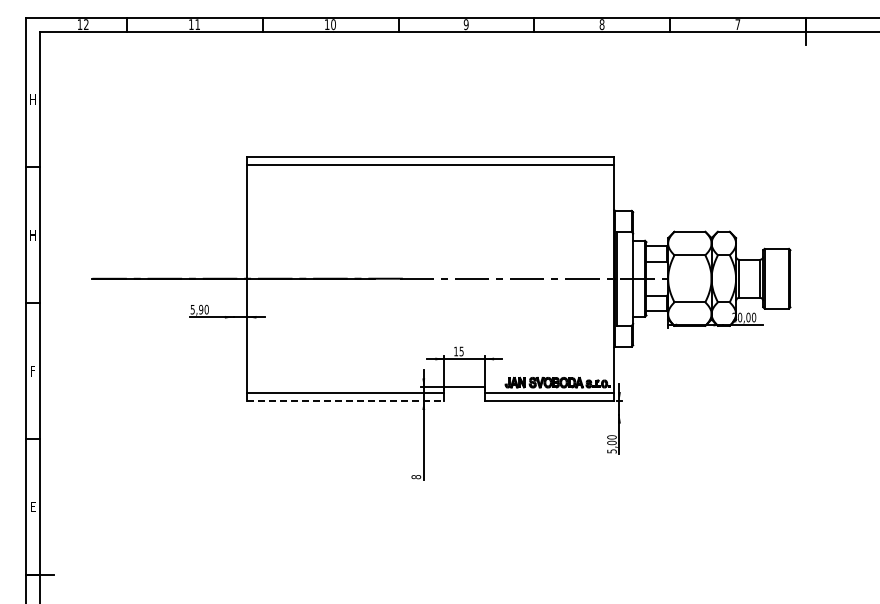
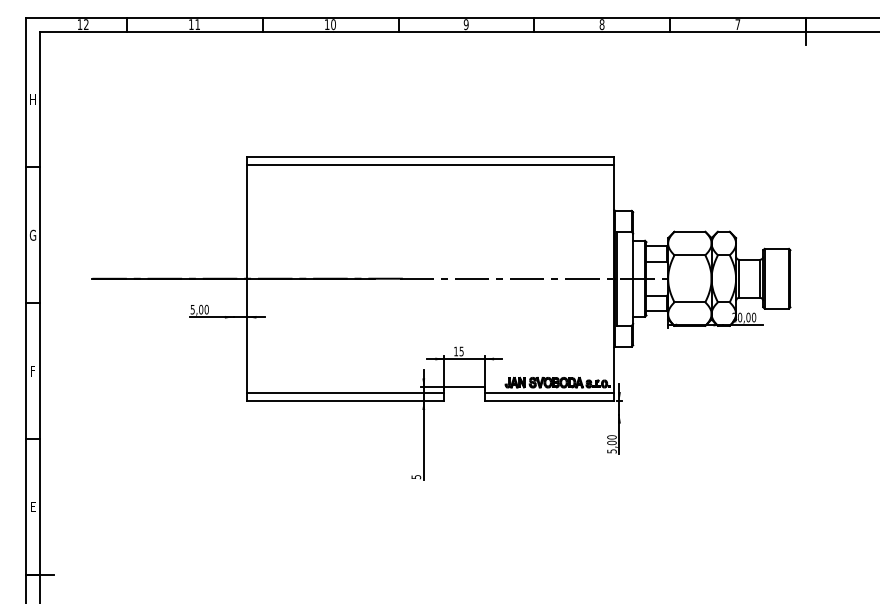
text at (32, 234): H -> G
text at (200, 309): 5,90 -> 5,00
line at (346, 401): dashed -> solid
text at (416, 477): 8 -> 5
